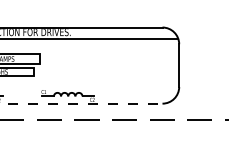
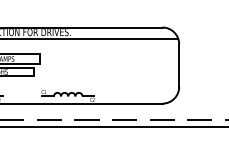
line at (81, 103): dashed -> solid
line at (113, 127): none -> present
